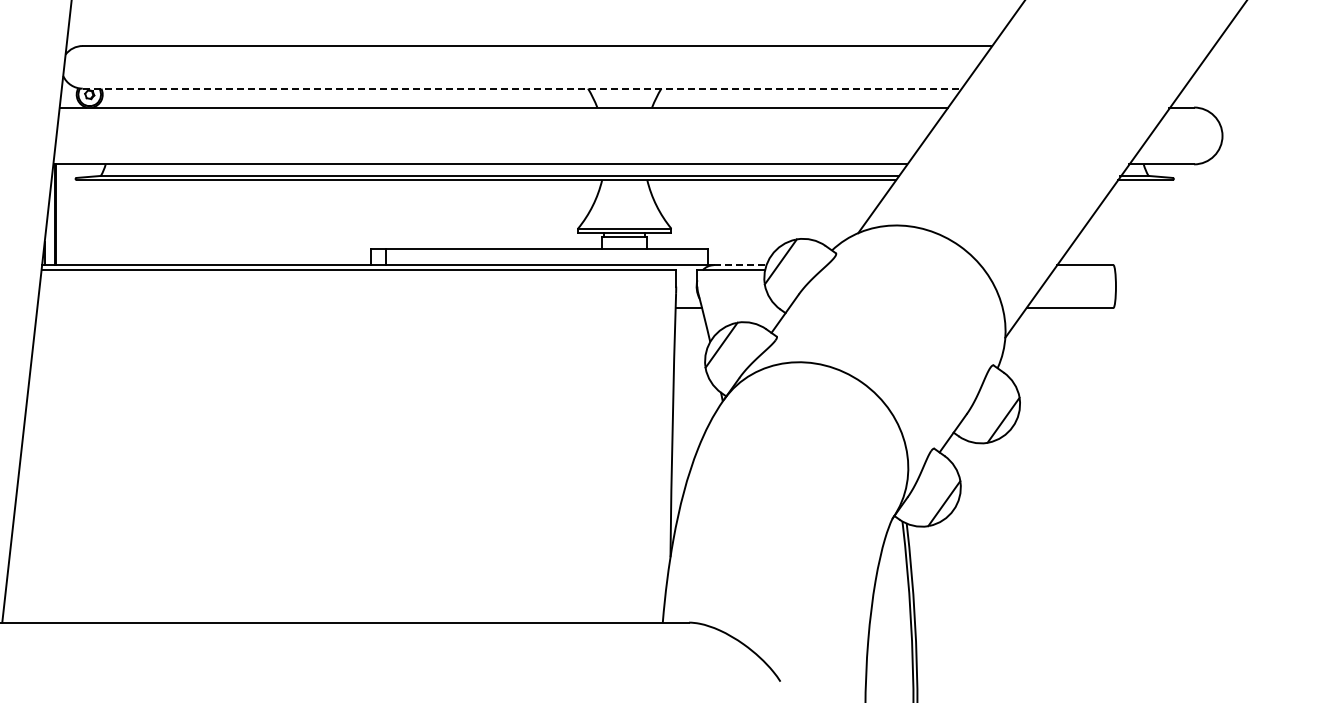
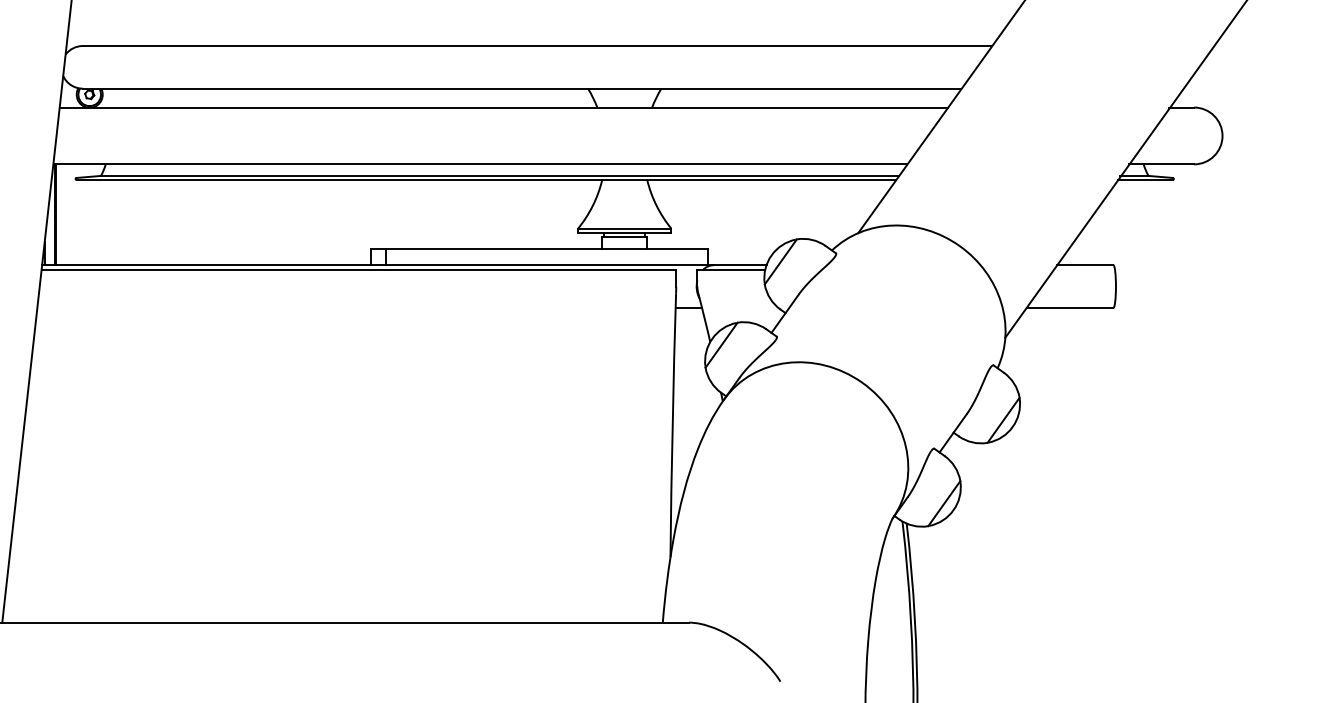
line at (522, 88): dashed -> solid
line at (740, 265): dashed -> solid
